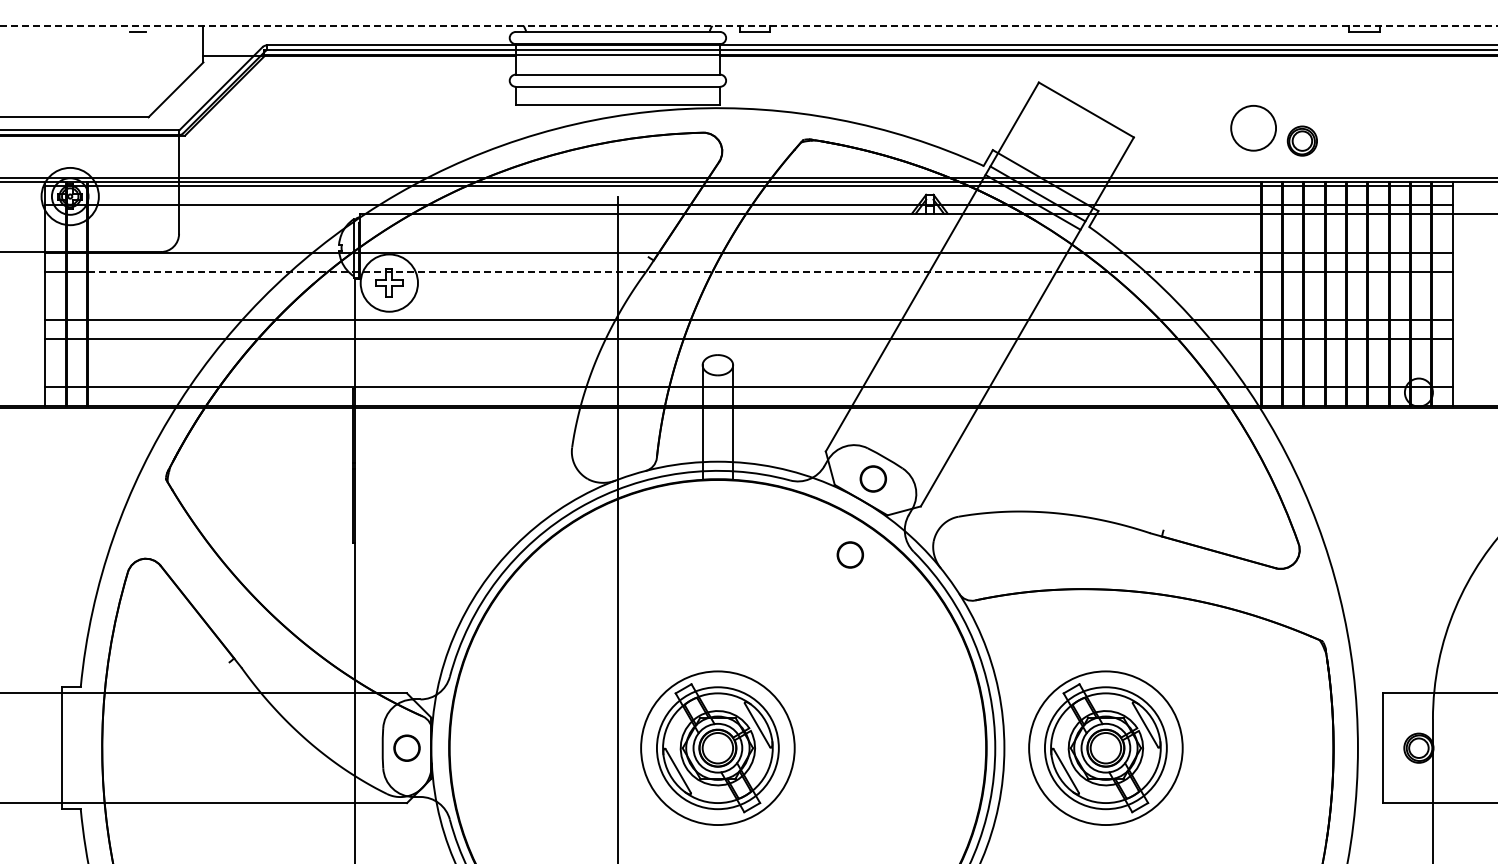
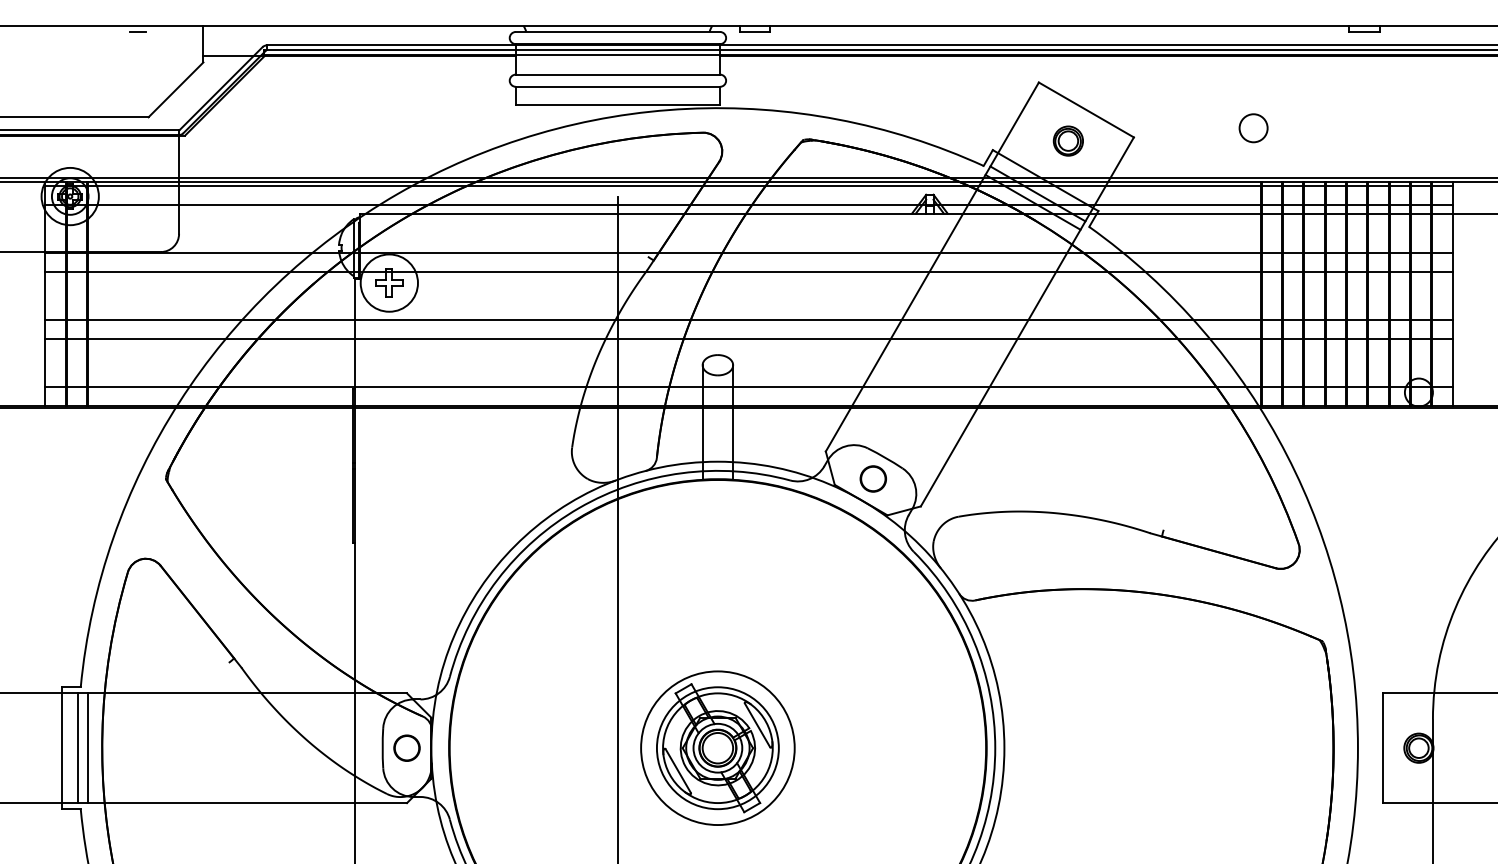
line at (749, 25): dashed -> solid
circle at (1253, 127) diameter: 45 px -> 28 px
part at (1301, 140) position: (1301, 140) -> (1067, 140)
line at (674, 271): dashed -> solid
circle at (849, 554): present -> none
part at (1105, 747): present -> none
line at (77, 748): none -> present
line at (87, 748): none -> present
